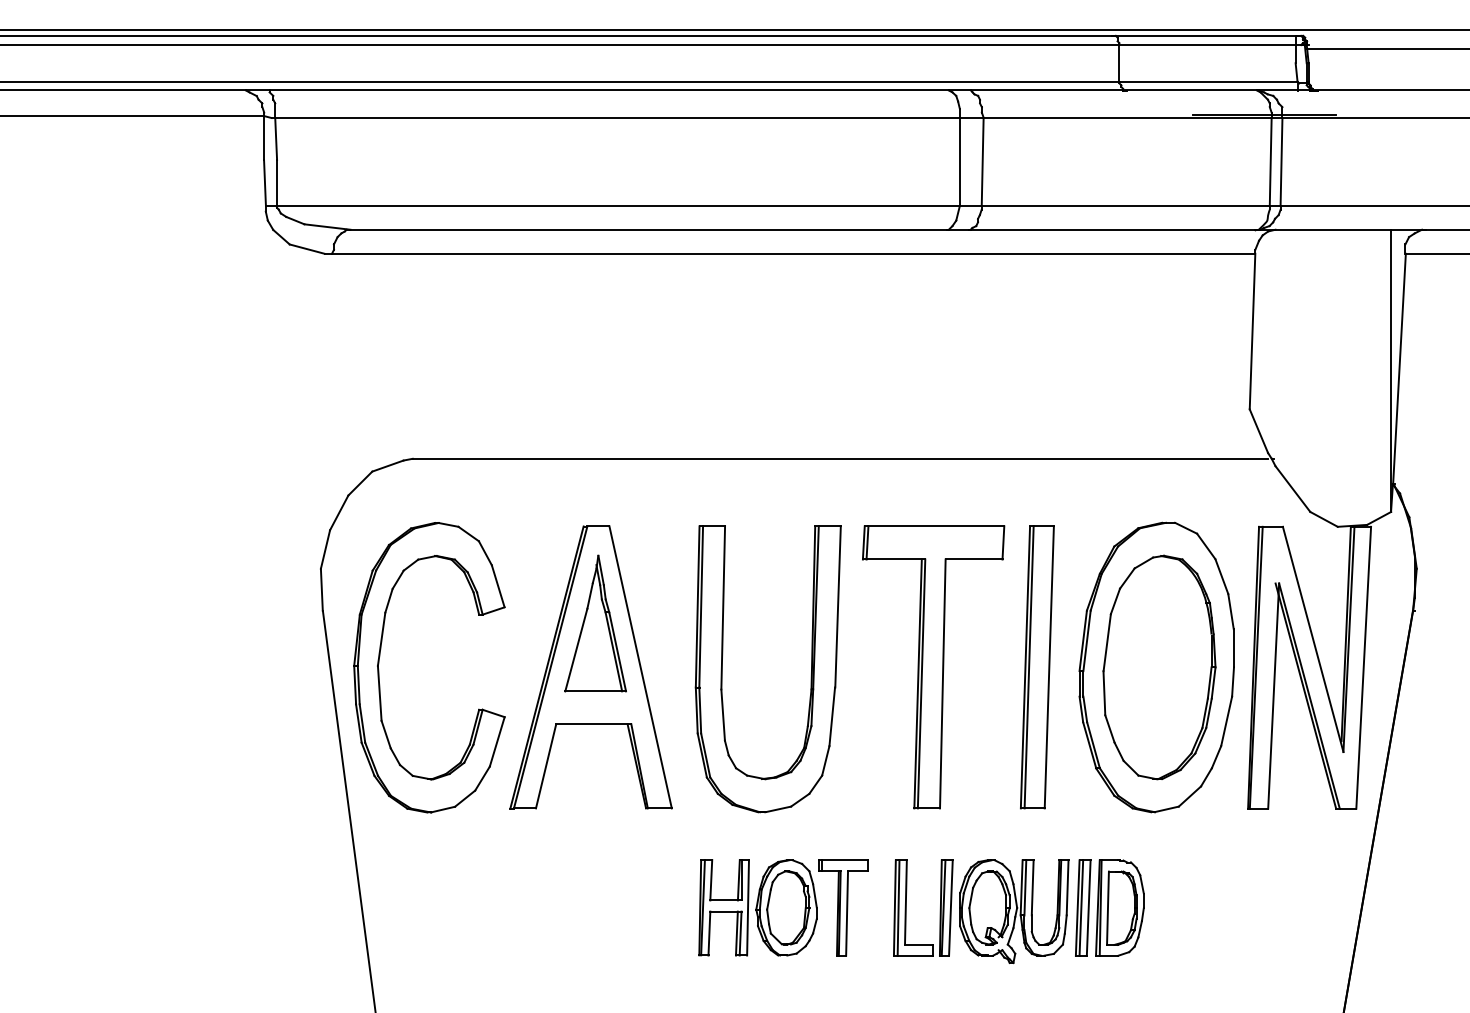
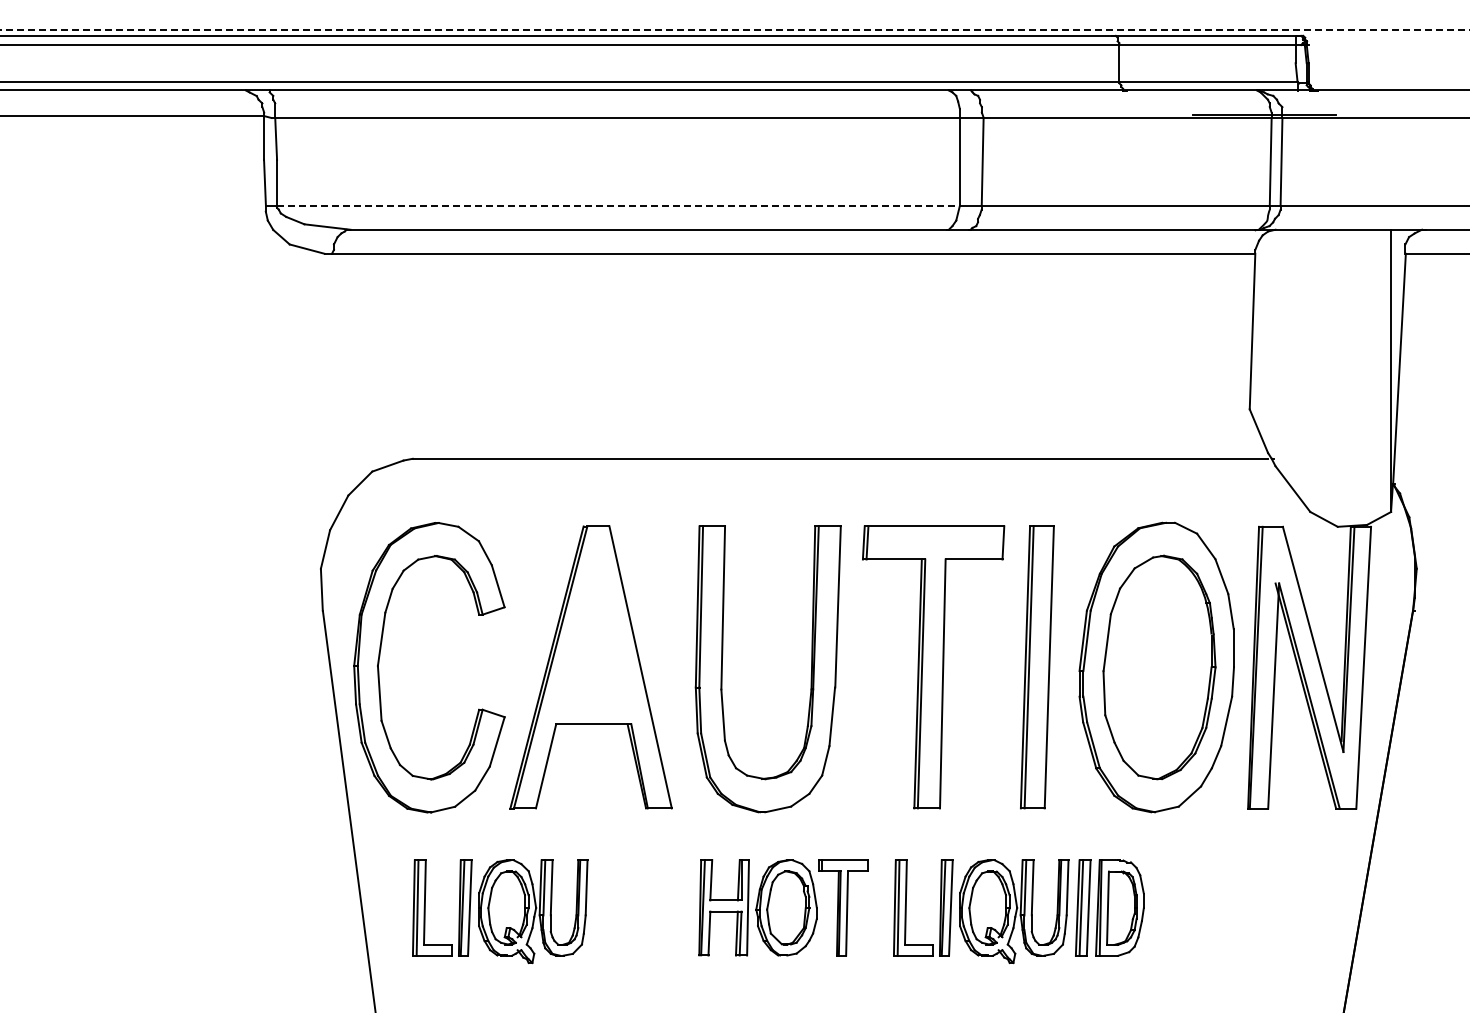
line at (735, 30): solid -> dashed
line at (1386, 48): present -> none
line at (619, 205): solid -> dashed
part at (595, 623): present -> none
part at (500, 911): none -> present
